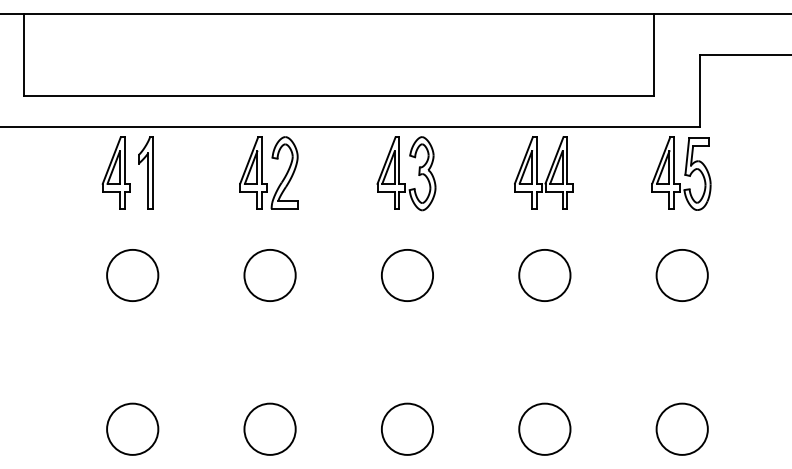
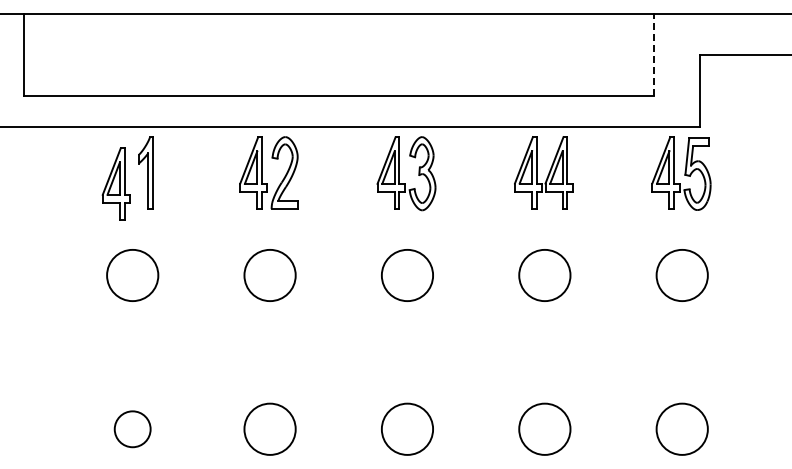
line at (653, 54): solid -> dashed
part at (115, 172) position: (115, 172) -> (115, 183)
circle at (132, 428) diameter: 51 px -> 36 px
